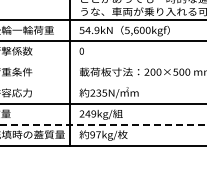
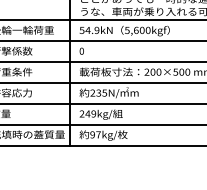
line at (102, 62): none -> present
line at (102, 82): none -> present
line at (103, 124): dashed -> solid
